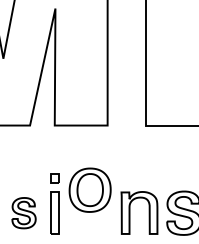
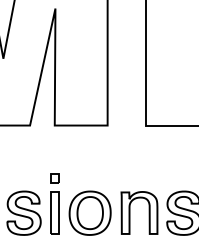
part at (89, 189) position: (89, 189) -> (89, 212)
part at (23, 213) size: 26x33 px -> 36x46 px
